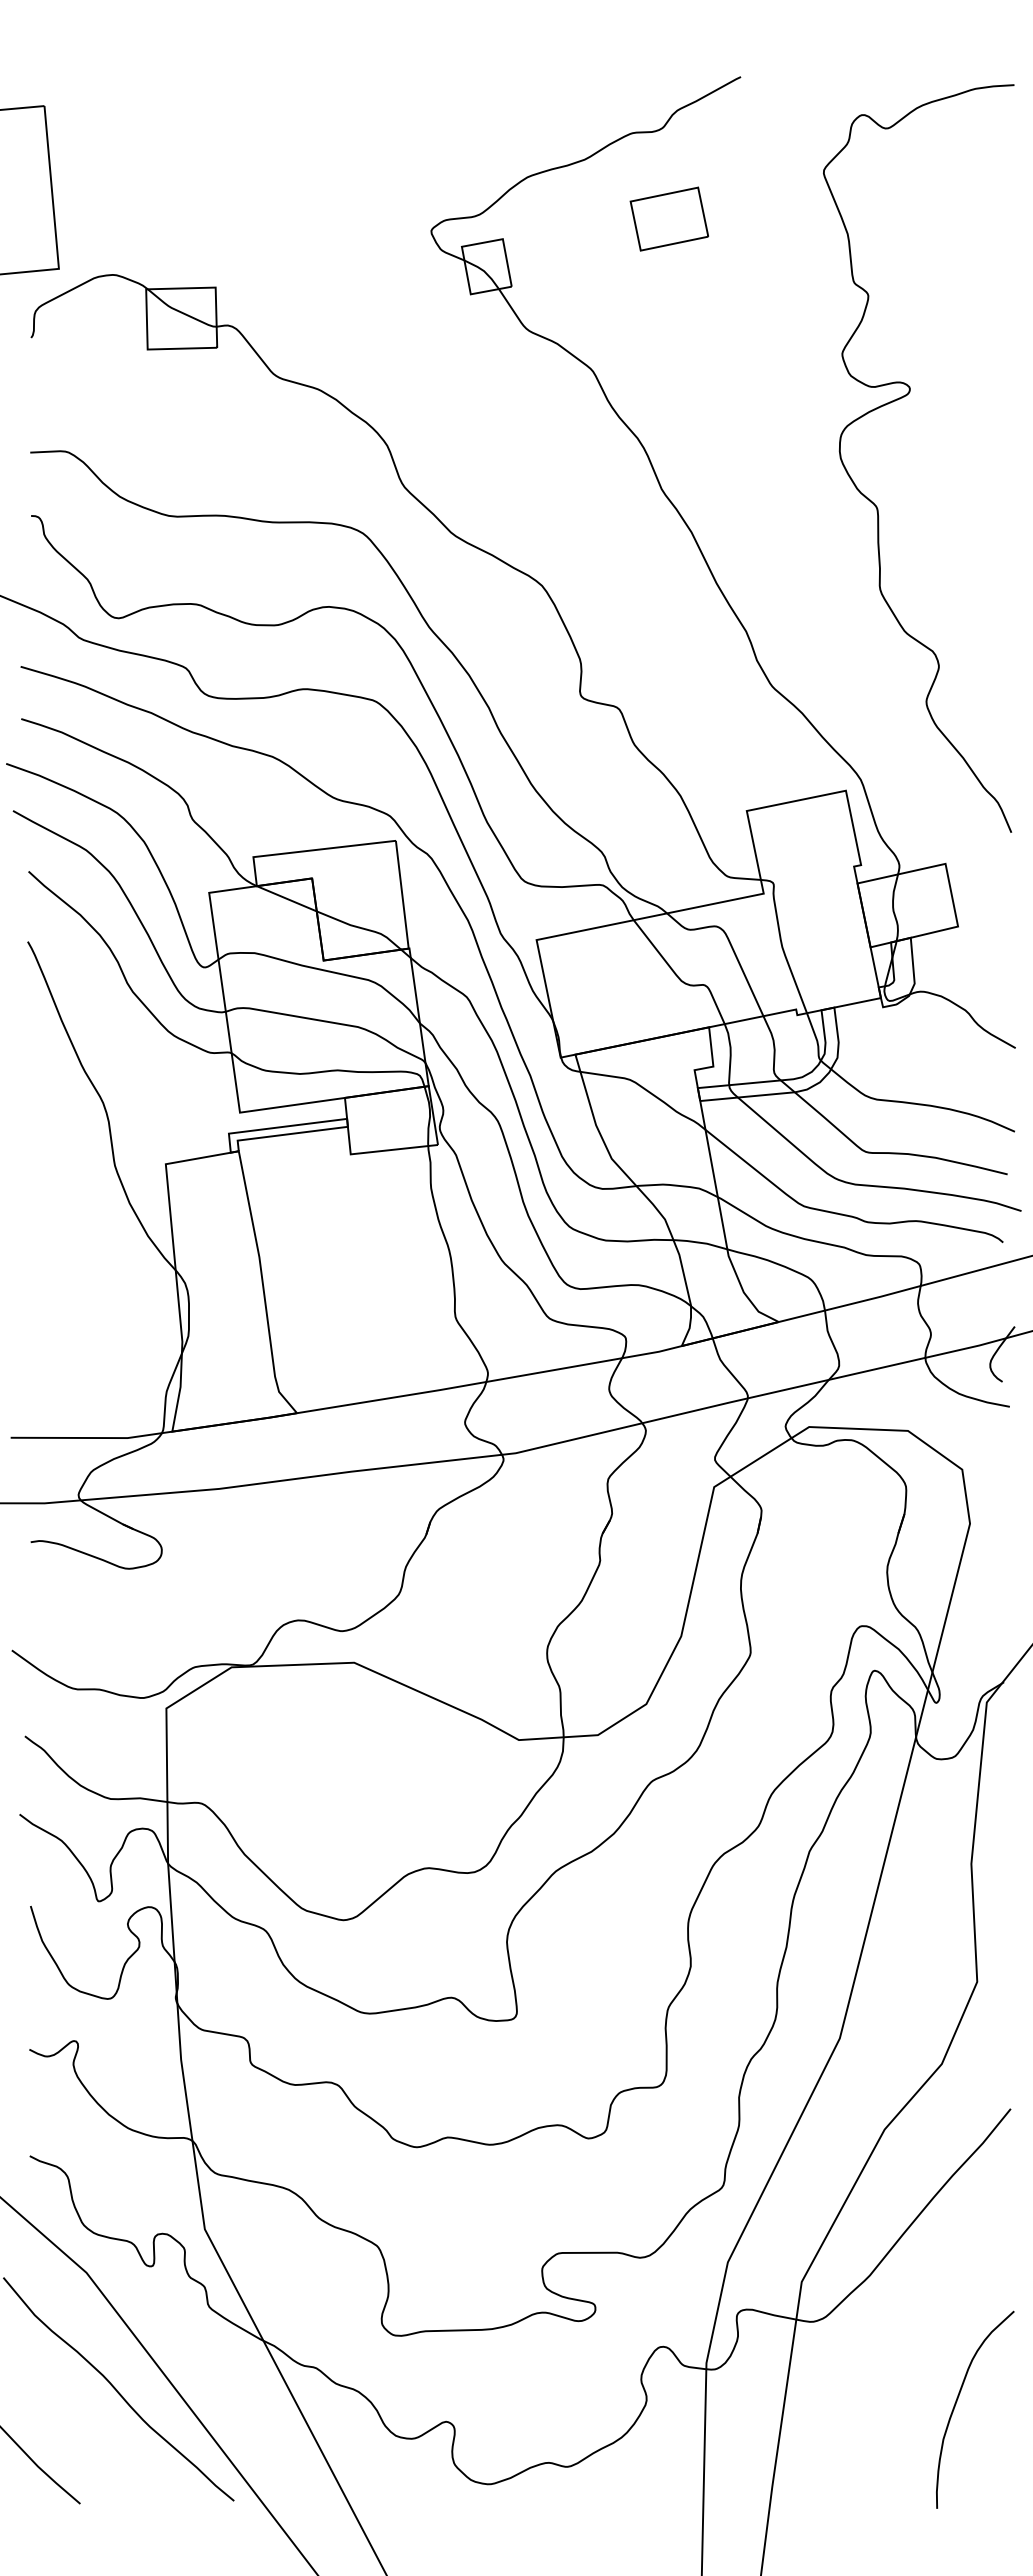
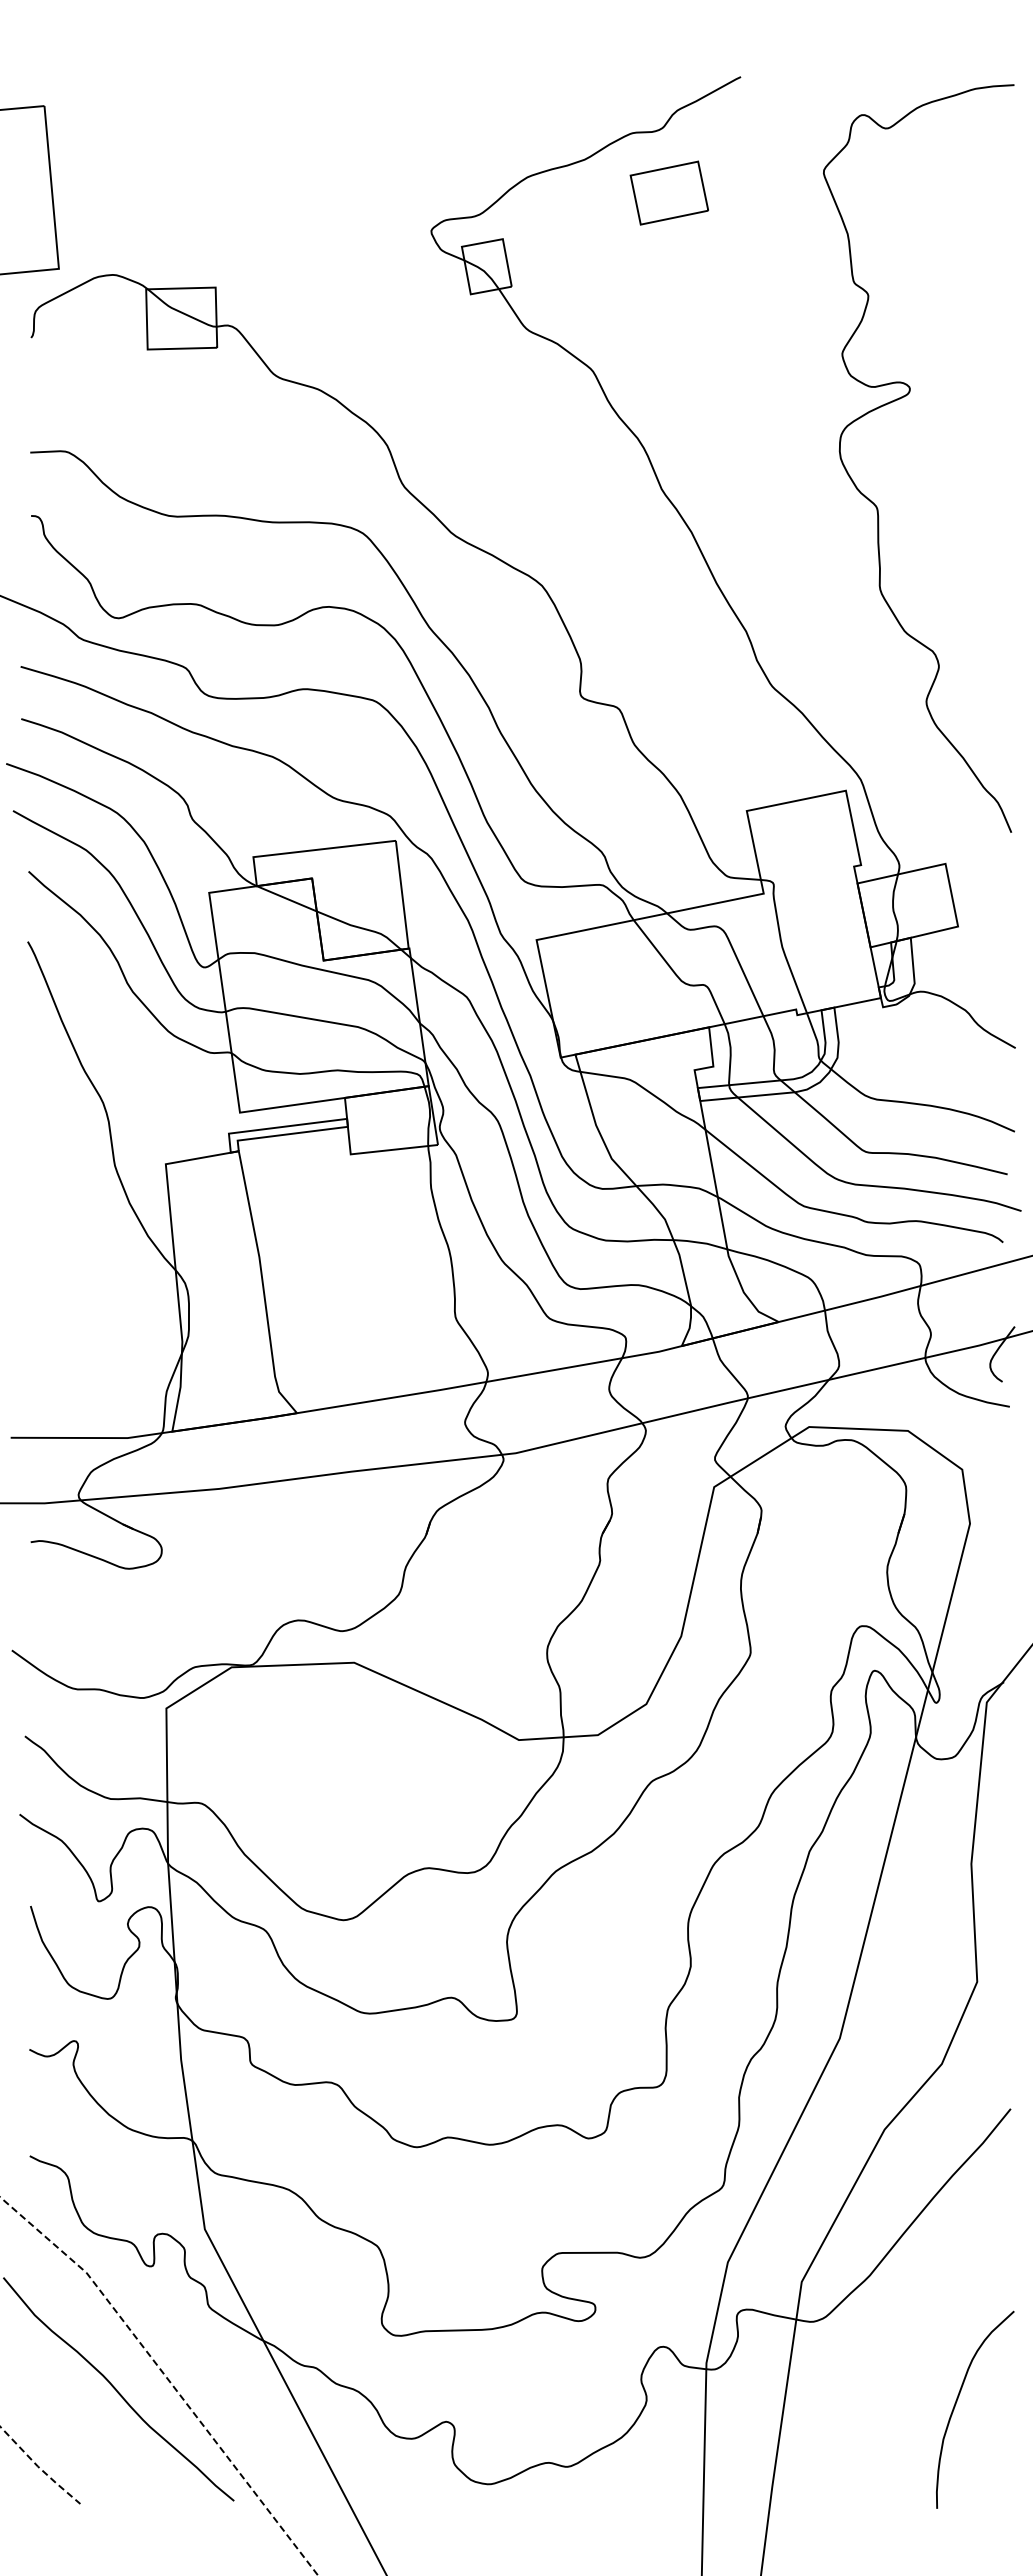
part at (668, 218) position: (668, 218) -> (668, 192)
line at (167, 2378): solid -> dashed
line at (38, 2467): solid -> dashed
